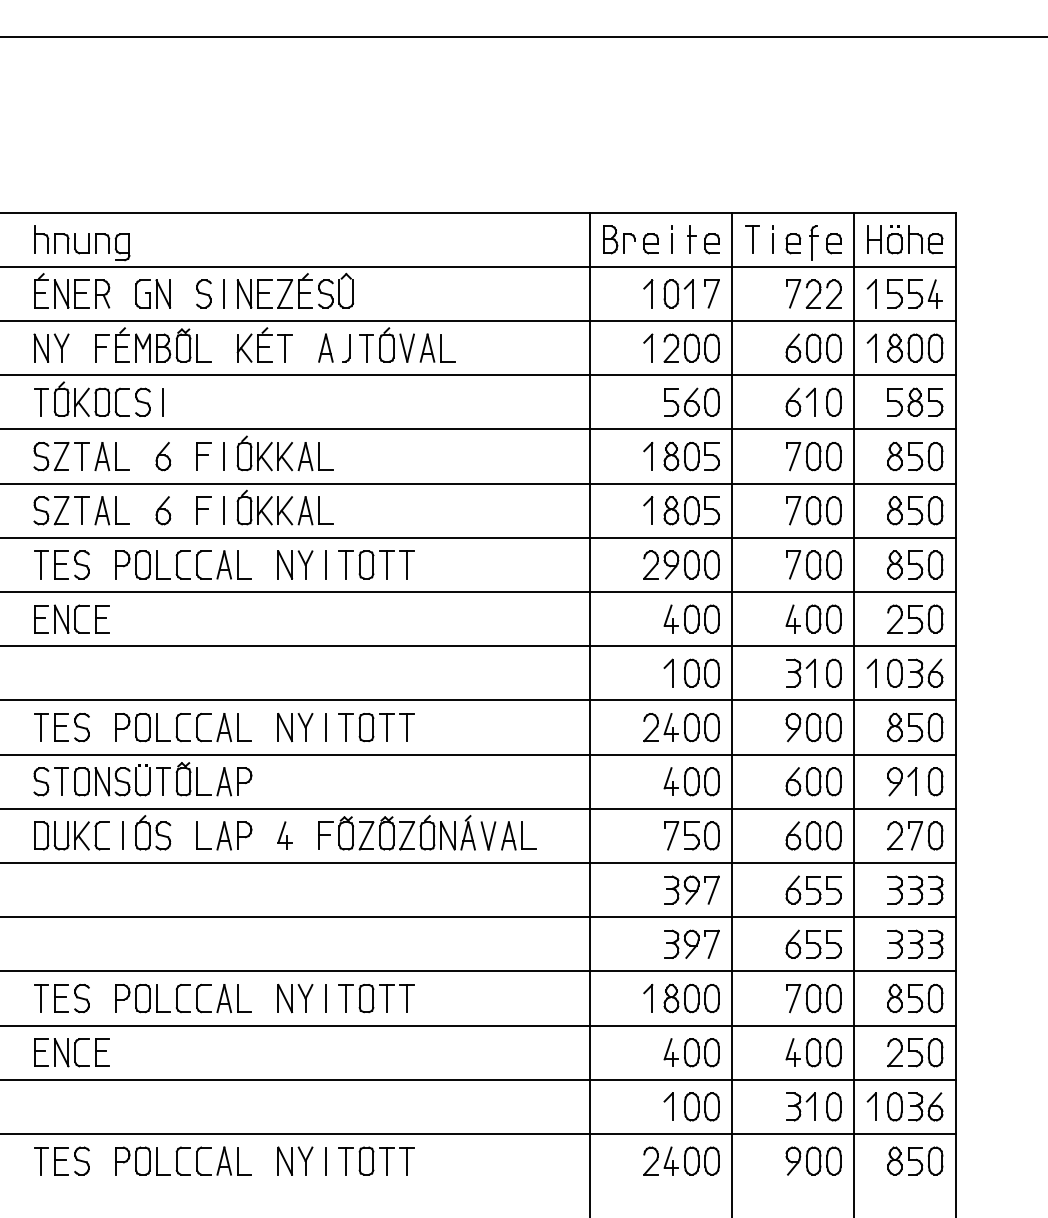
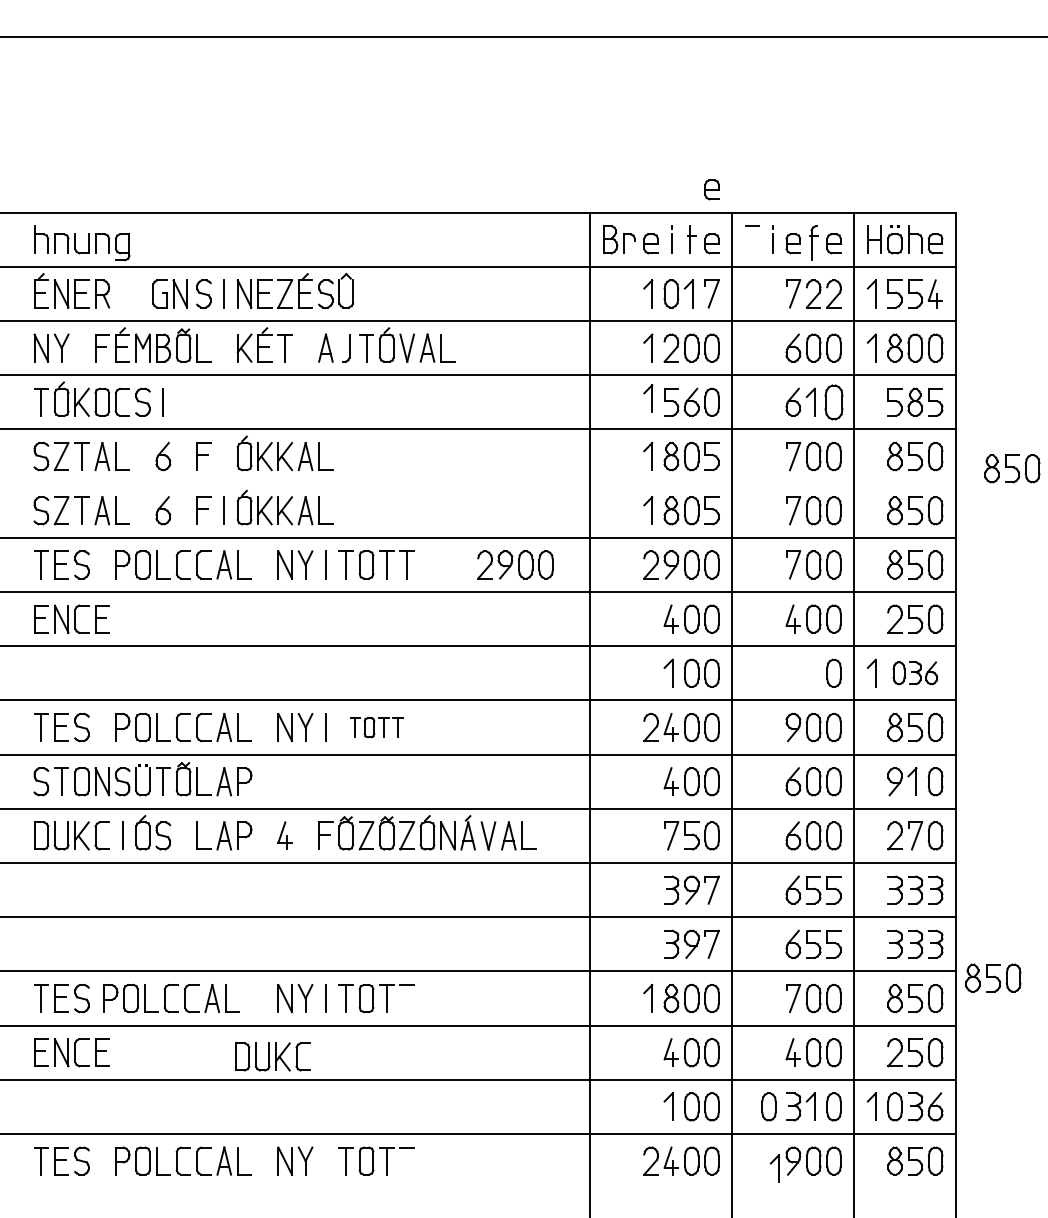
part at (711, 189): none -> present
line at (752, 239): present -> none
part at (153, 293) position: (153, 293) -> (170, 293)
part at (648, 398): none -> present
part at (833, 401) size: 16x30 px -> 20x37 px
line at (224, 456): present -> none
part at (1012, 468): none -> present
line at (478, 483): present -> none
part at (515, 564): none -> present
part at (800, 672): present -> none
part at (915, 672) size: 57x30 px -> 47x25 px
part at (376, 727) size: 77x30 px -> 54x22 px
part at (993, 977): none -> present
part at (183, 998) position: (183, 998) -> (171, 998)
line at (407, 998): present -> none
part at (272, 1056): none -> present
part at (768, 1106): none -> present
line at (326, 1160): present -> none
line at (407, 1160): present -> none
part at (774, 1168): none -> present
